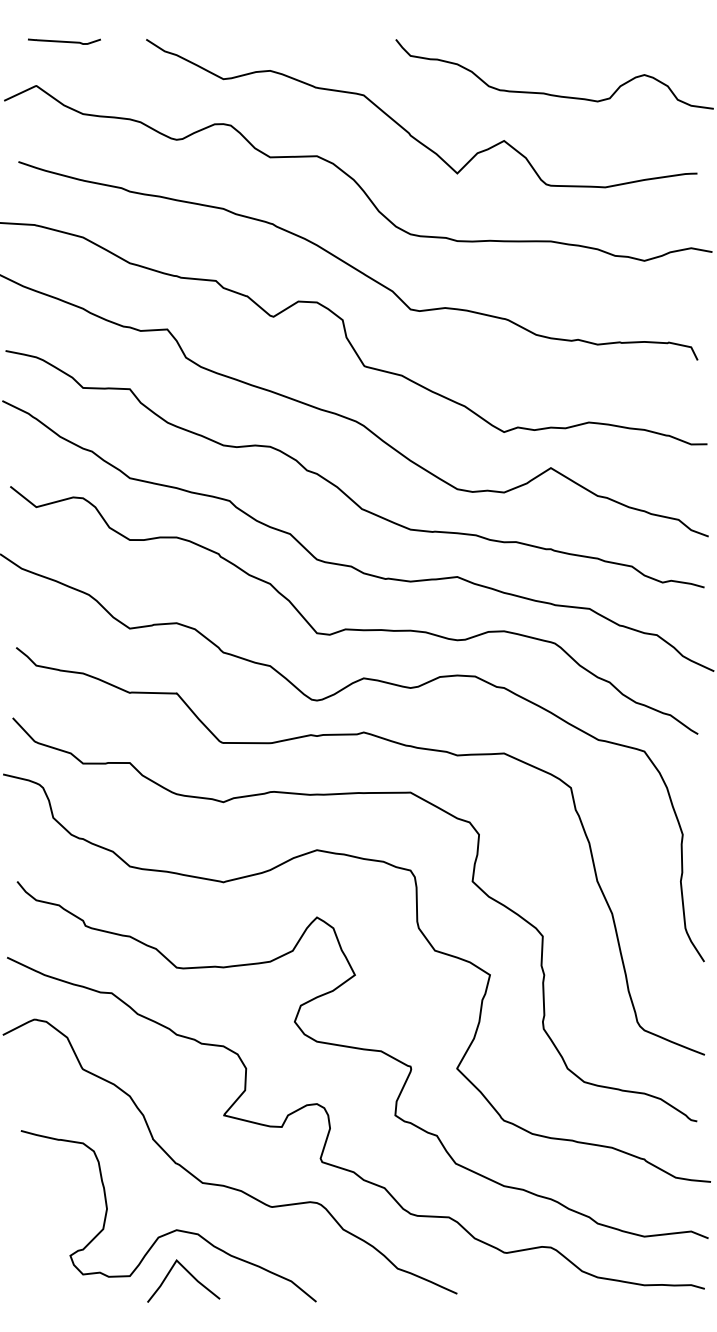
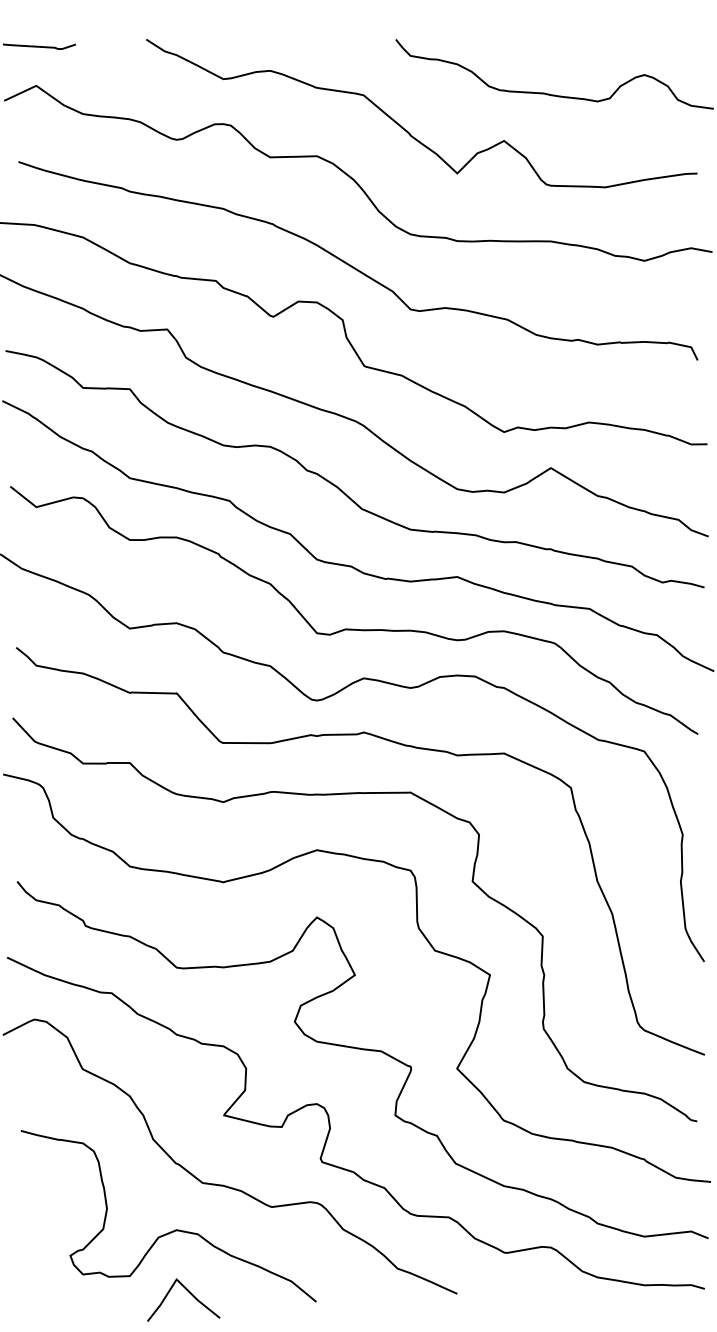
curve at (64, 41) position: (64, 41) -> (39, 46)
line at (189, 1274) position: (189, 1274) -> (189, 1293)
